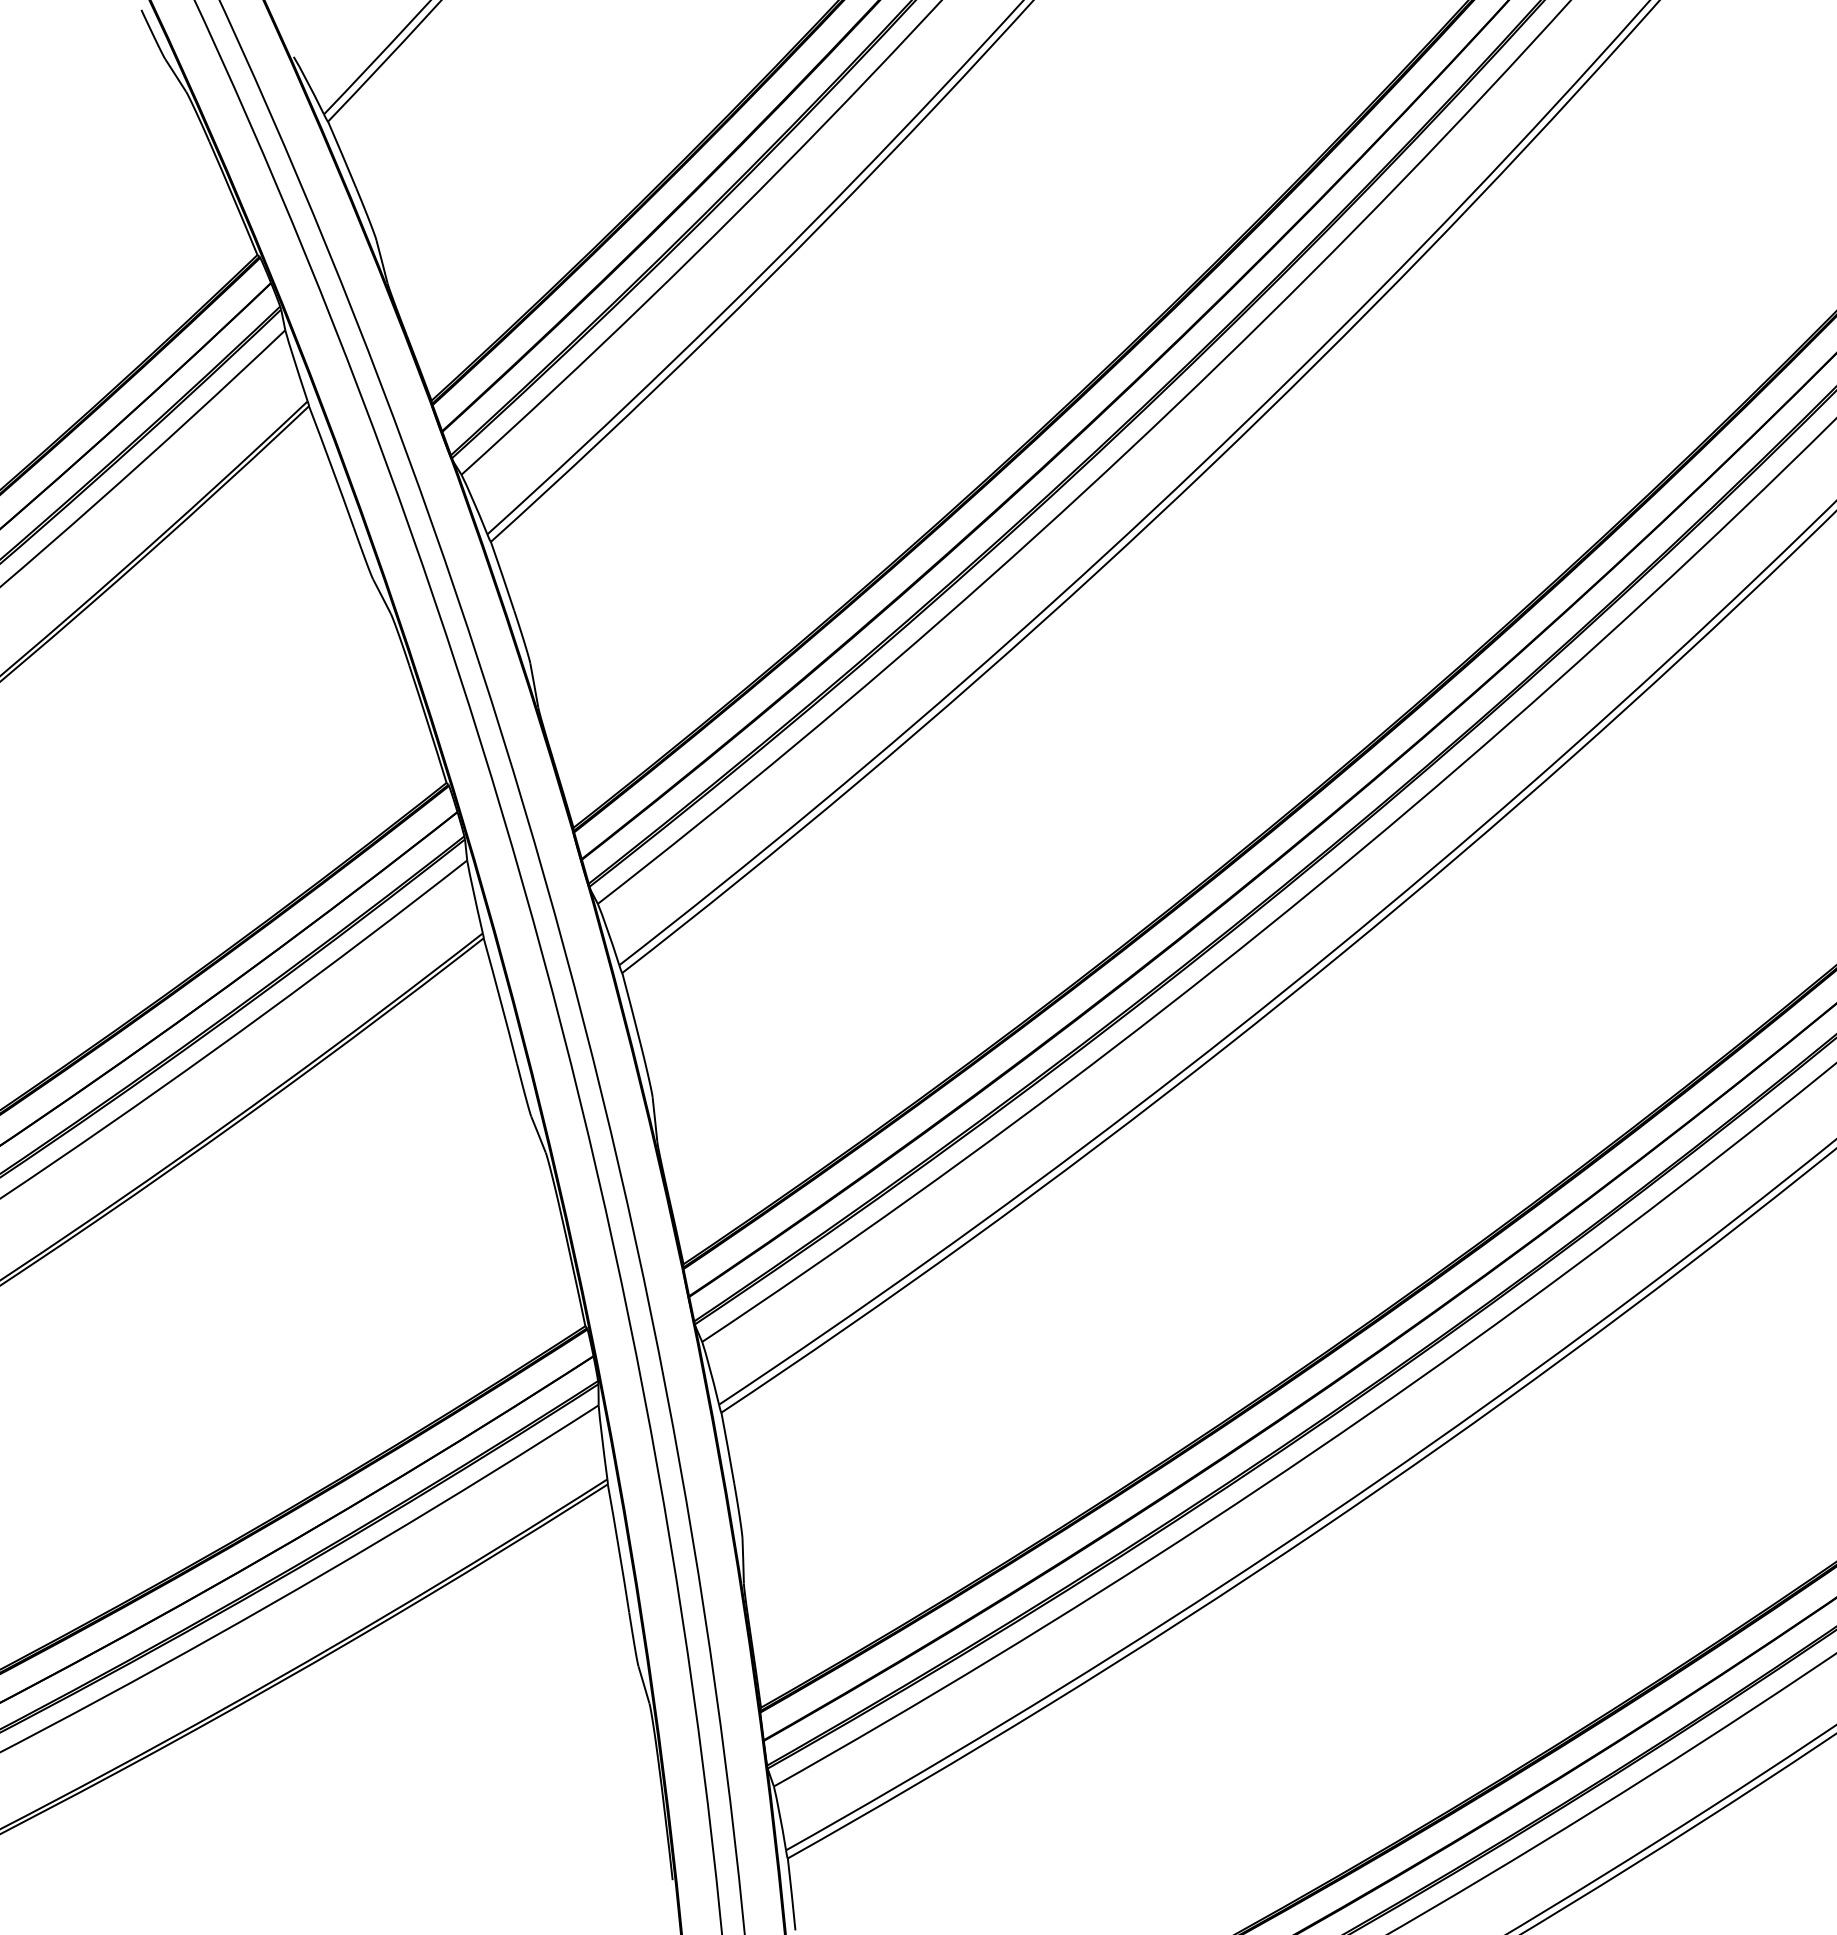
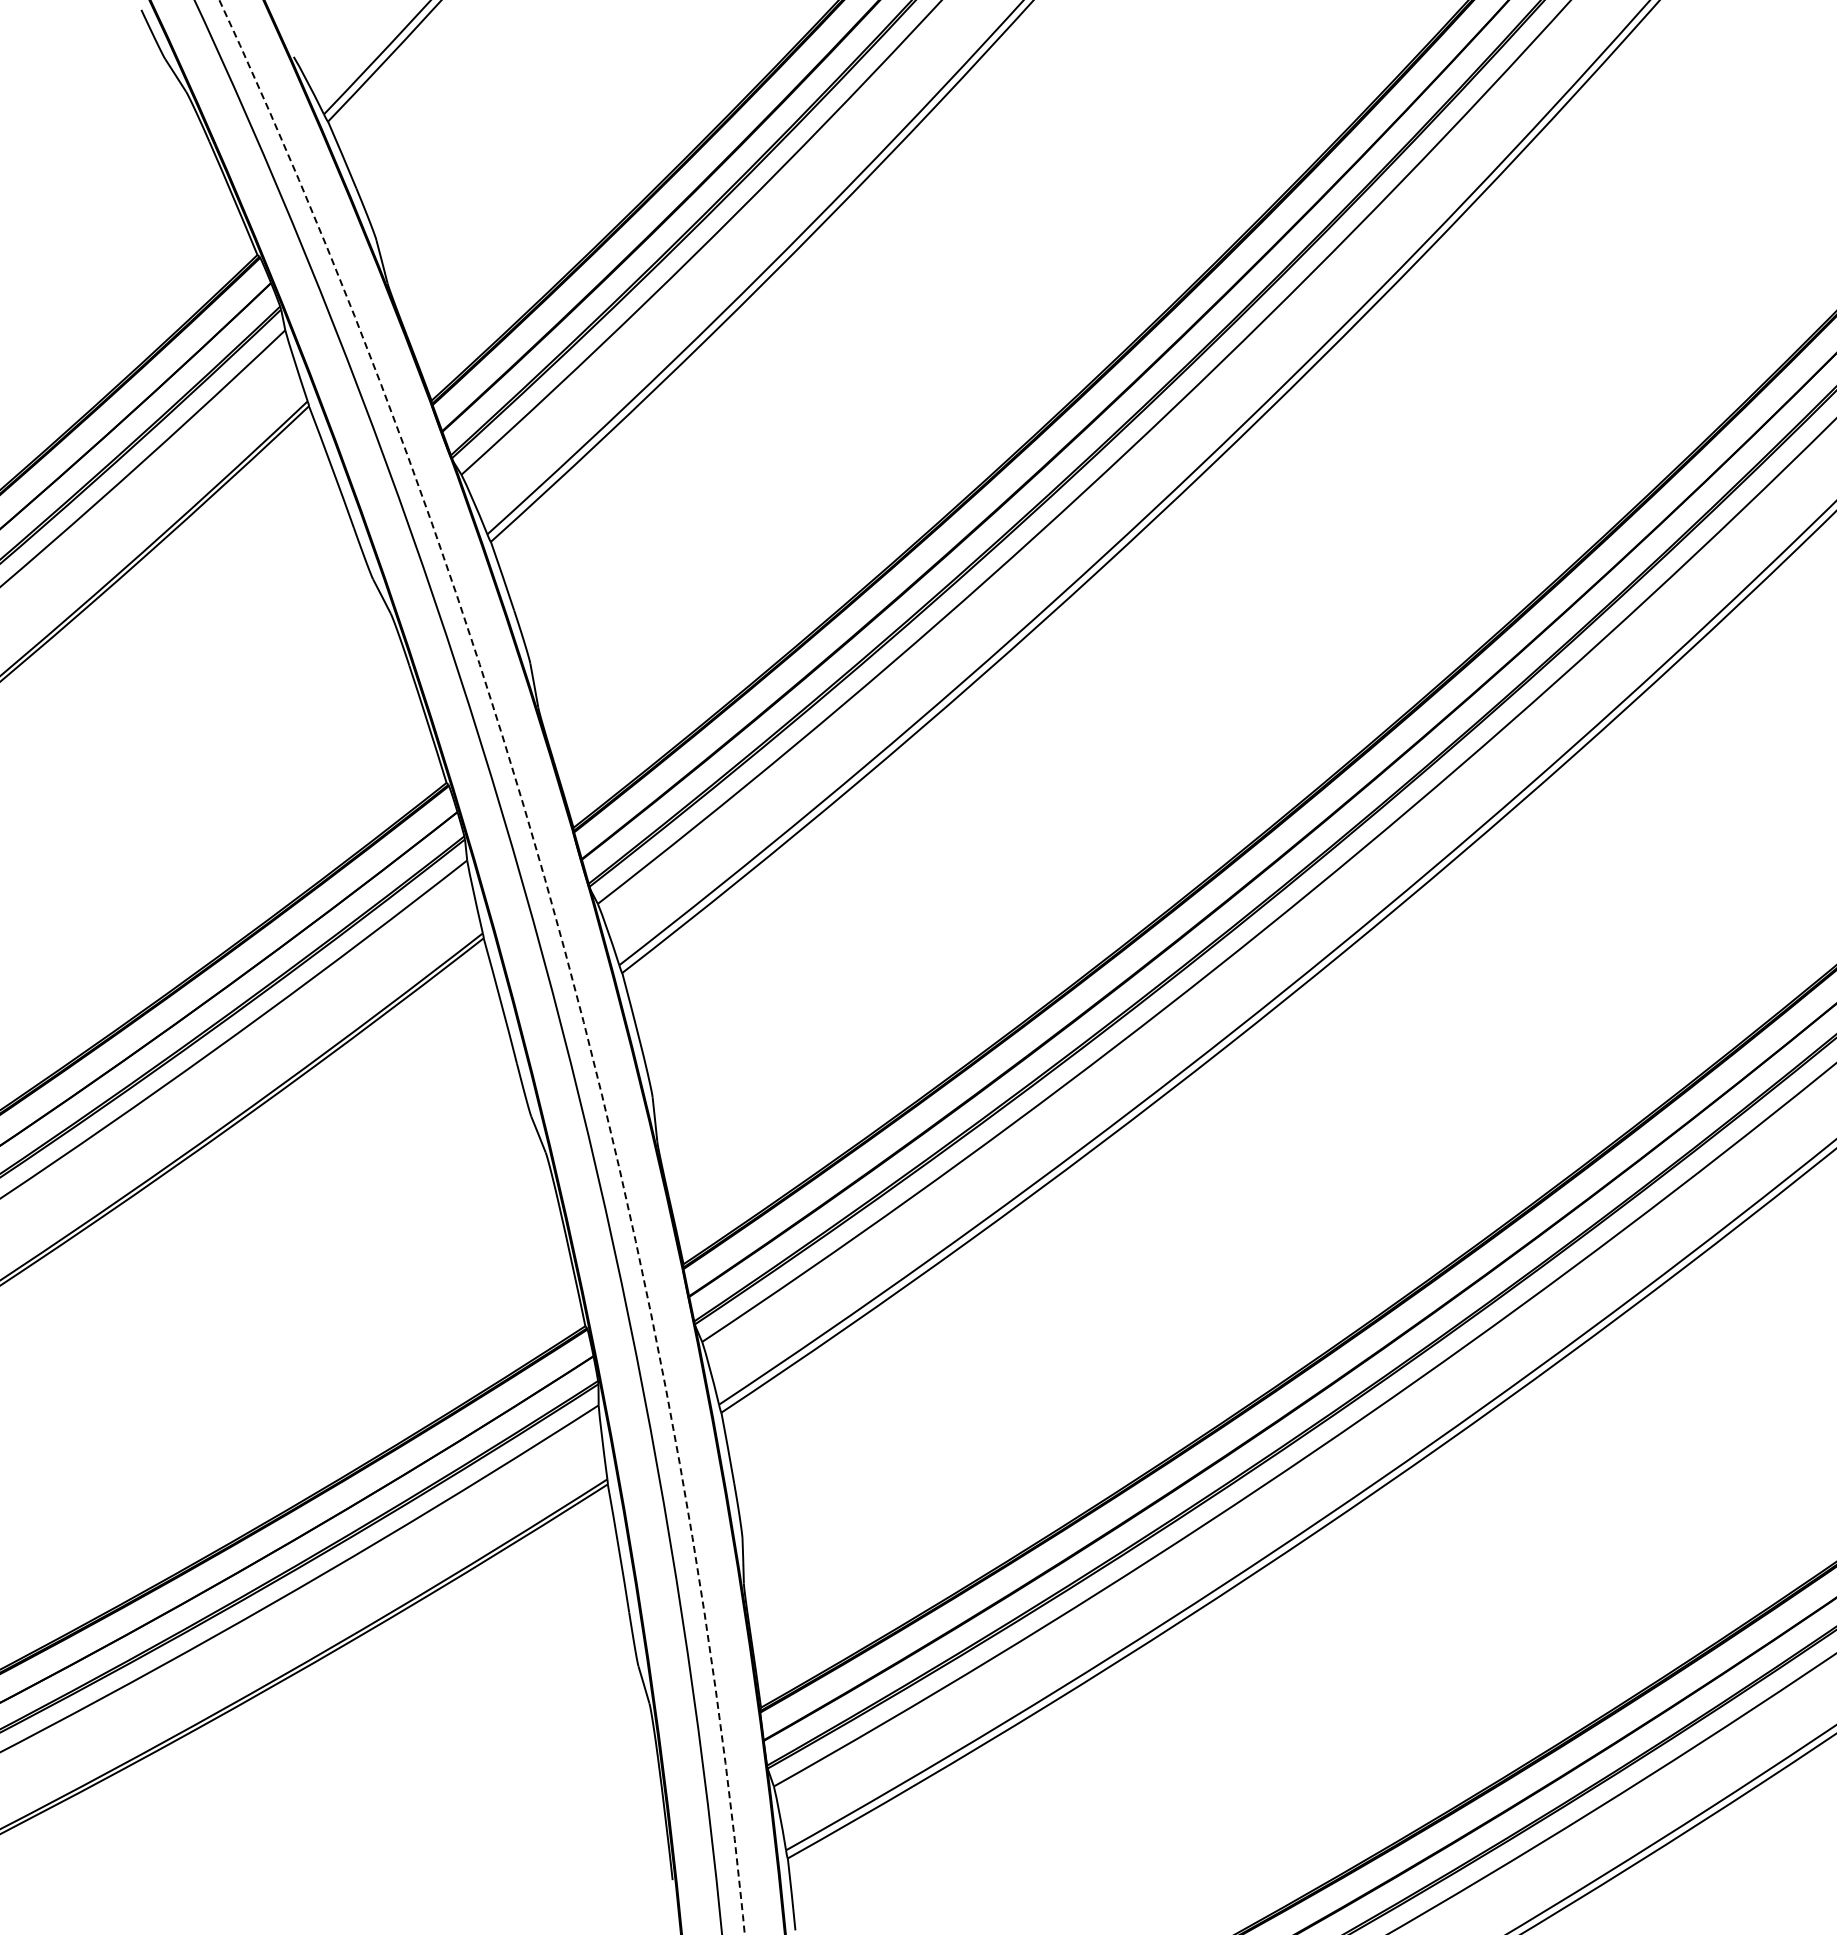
circle at (481, 967): solid -> dashed
